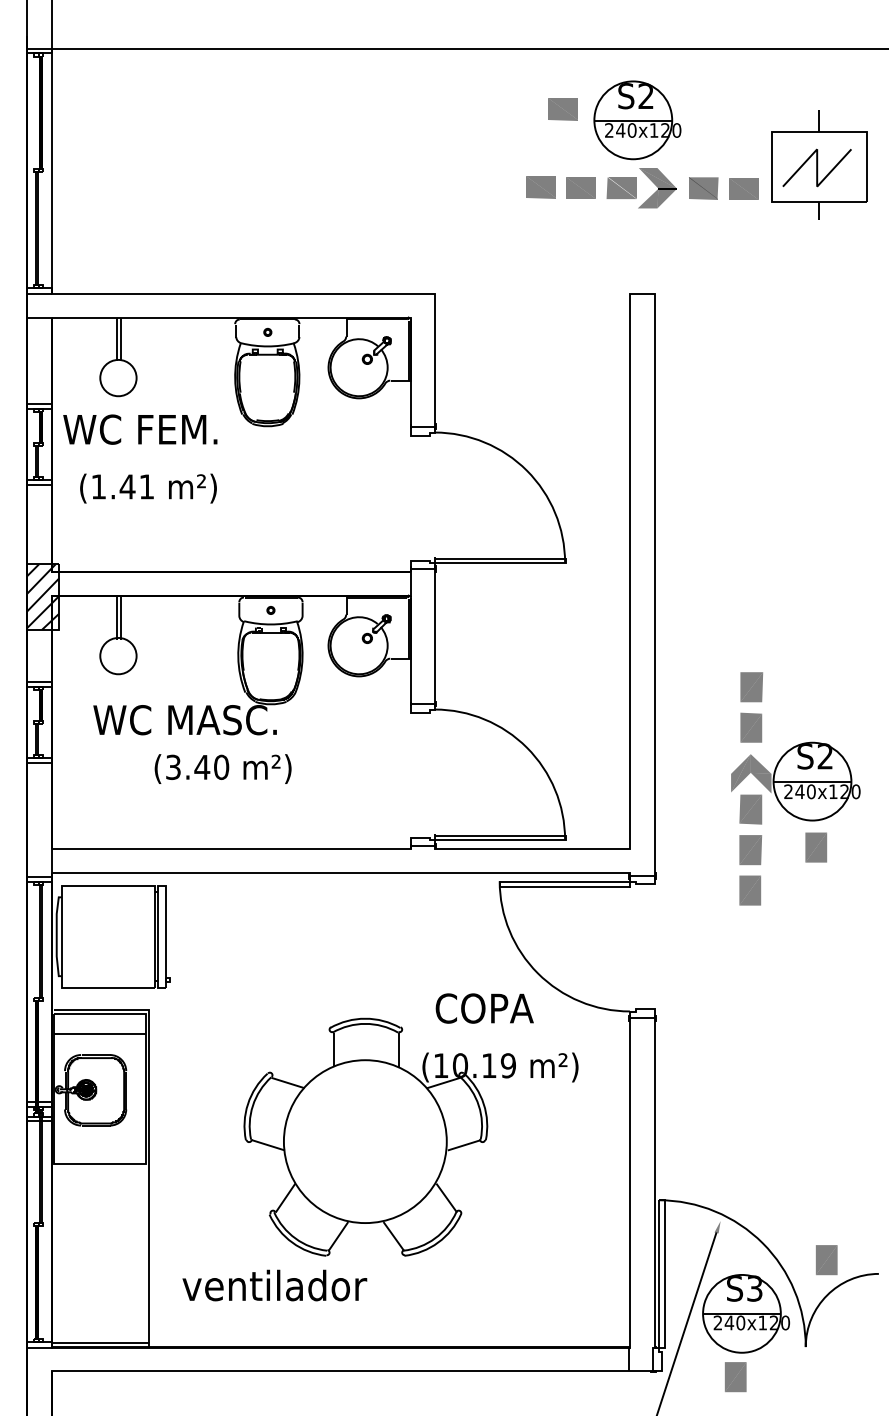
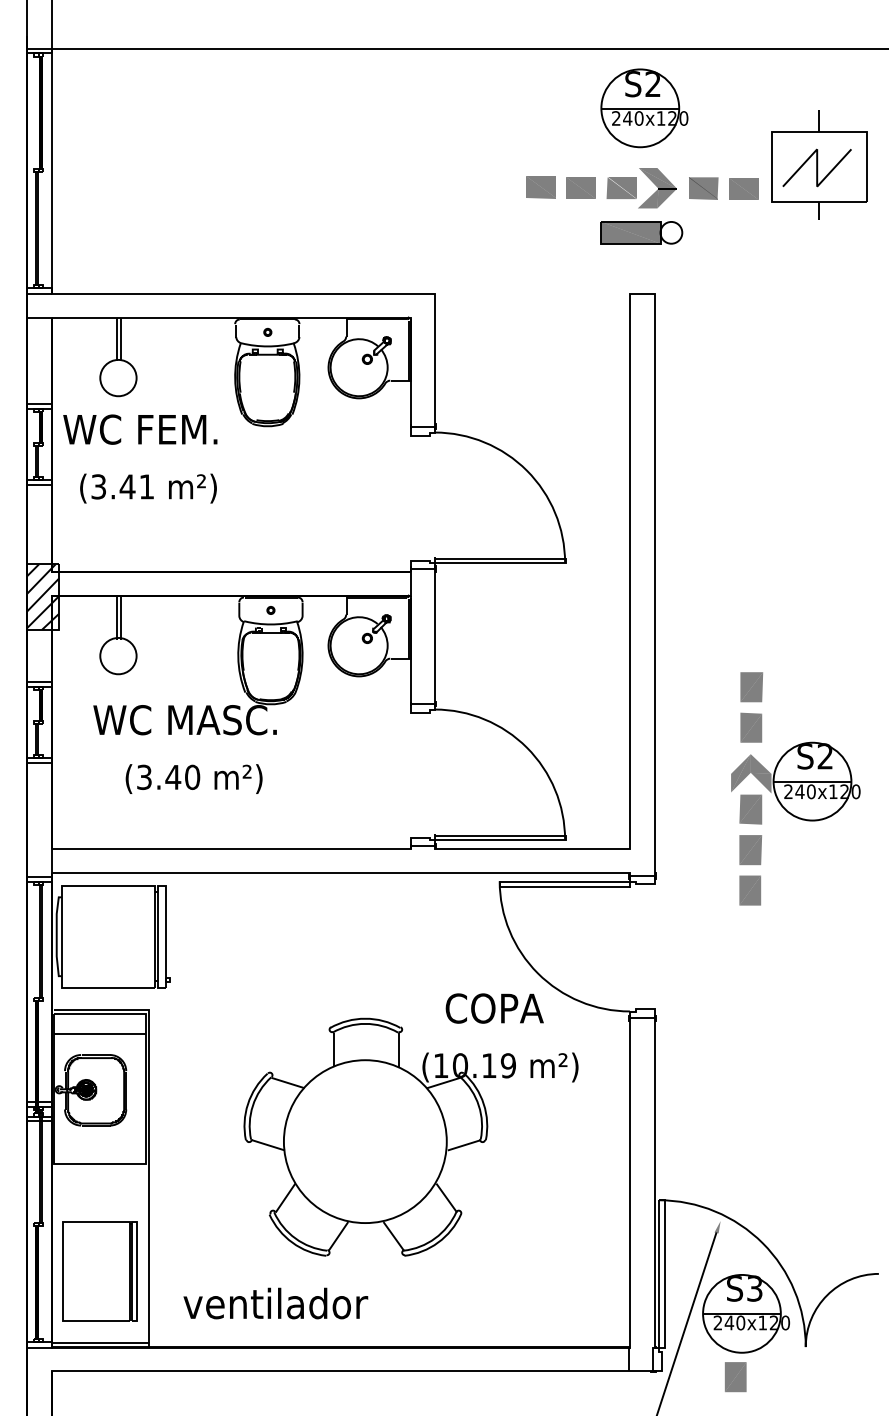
part at (562, 109): present -> none
part at (637, 120) position: (637, 120) -> (644, 108)
part at (641, 232): none -> present
text at (98, 486): (1.41 -> (3.41
text at (222, 768) position: (222, 768) -> (193, 778)
part at (815, 847): present -> none
text at (484, 1008) position: (484, 1008) -> (494, 1008)
part at (826, 1259): present -> none
part at (99, 1271): none -> present
text at (274, 1285) position: (274, 1285) -> (275, 1303)
